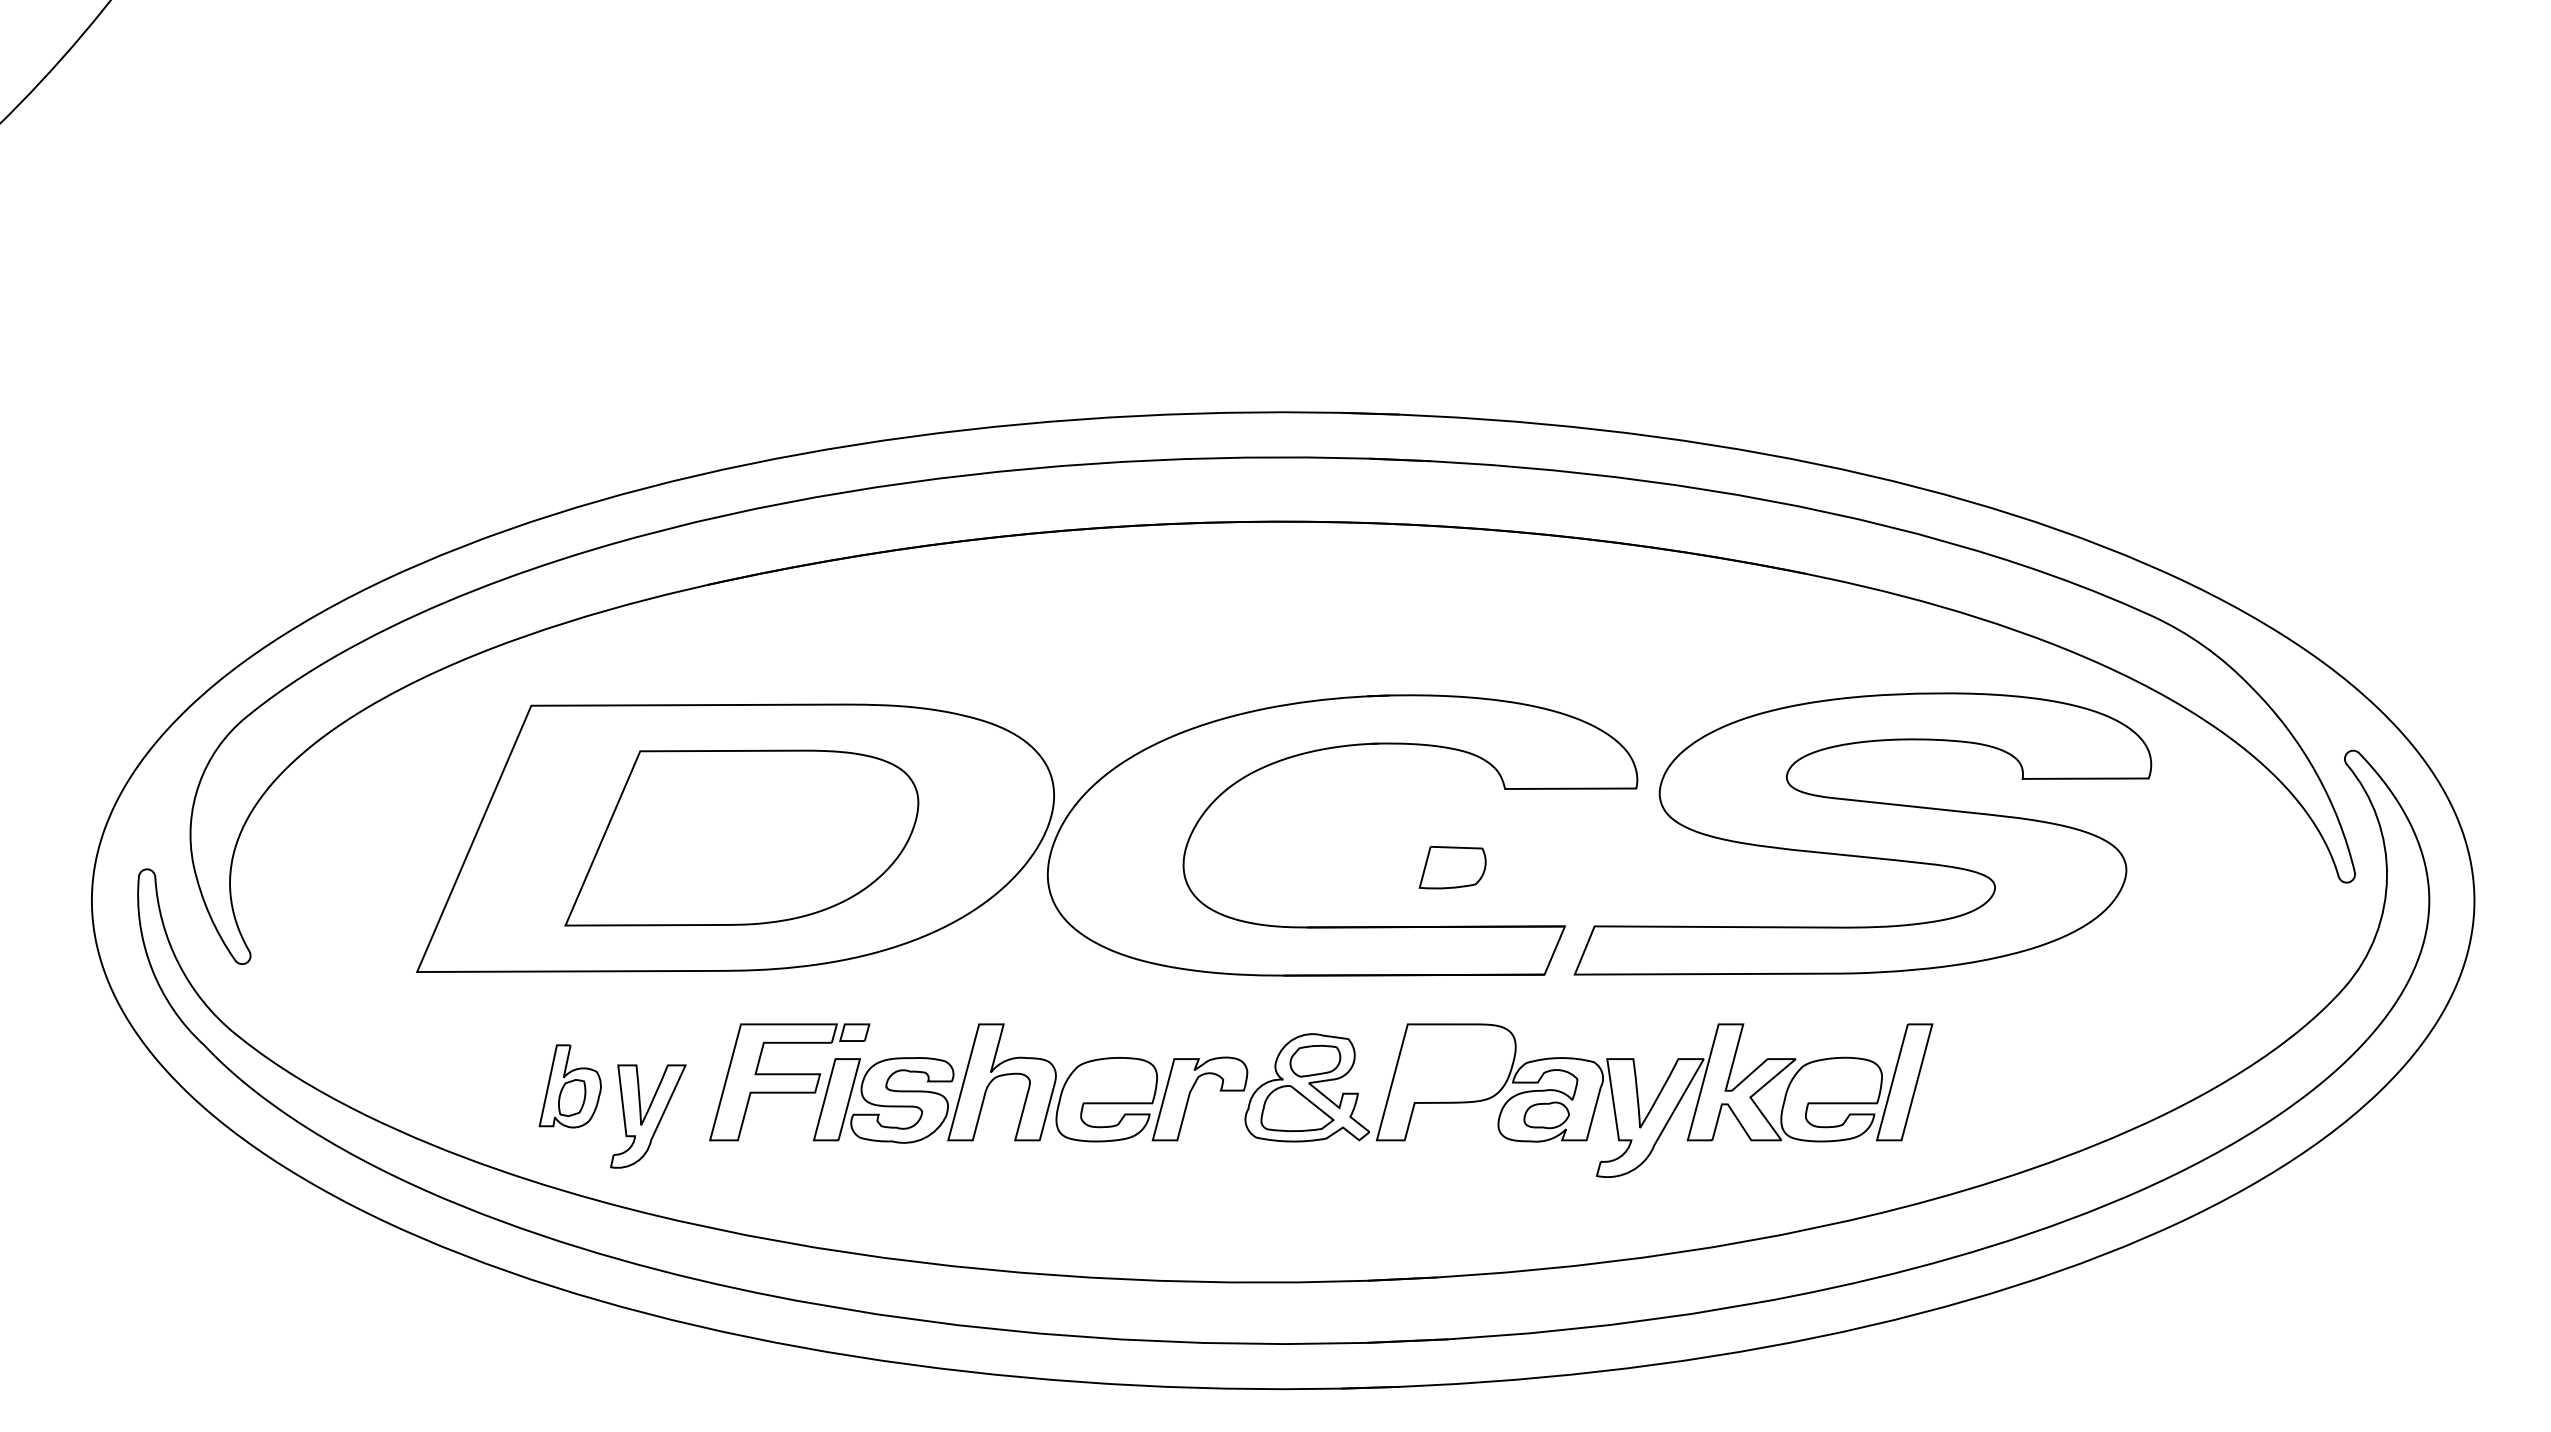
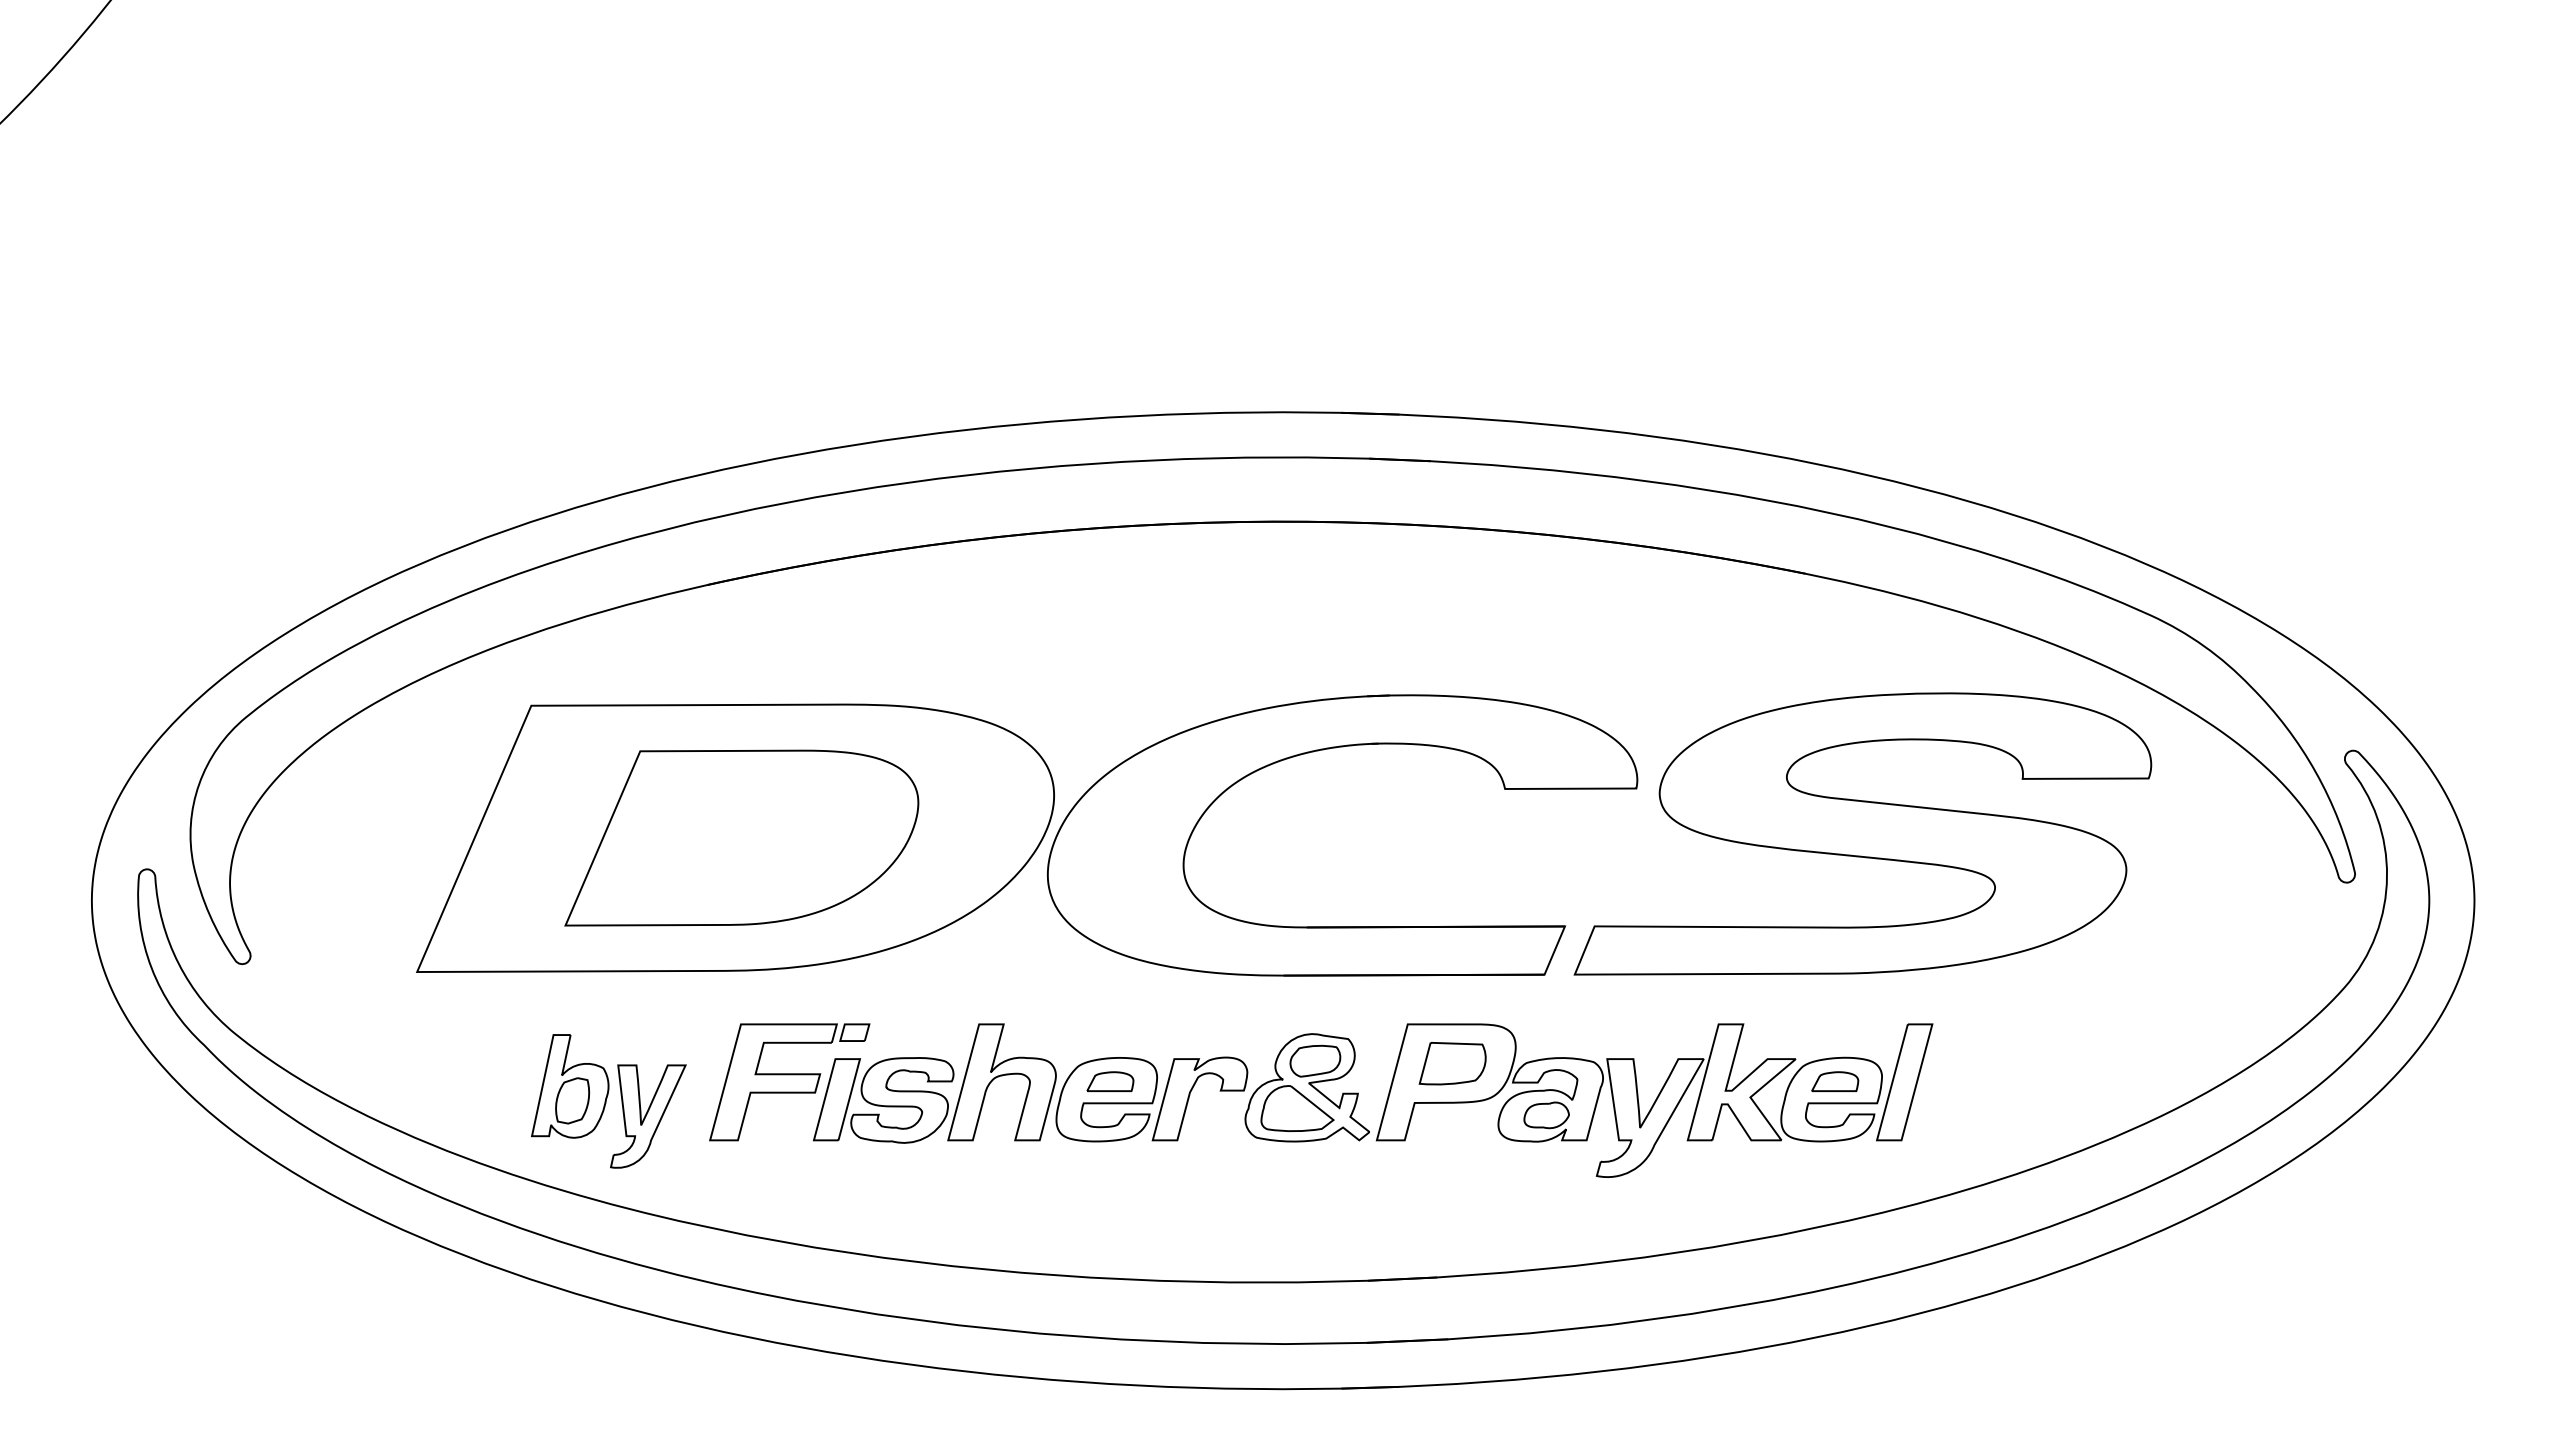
part at (1452, 867) position: (1452, 867) -> (1452, 1063)
part at (1110, 1081): none -> present
part at (1835, 1081): none -> present
part at (569, 1086) size: 64x85 px -> 79x105 px
